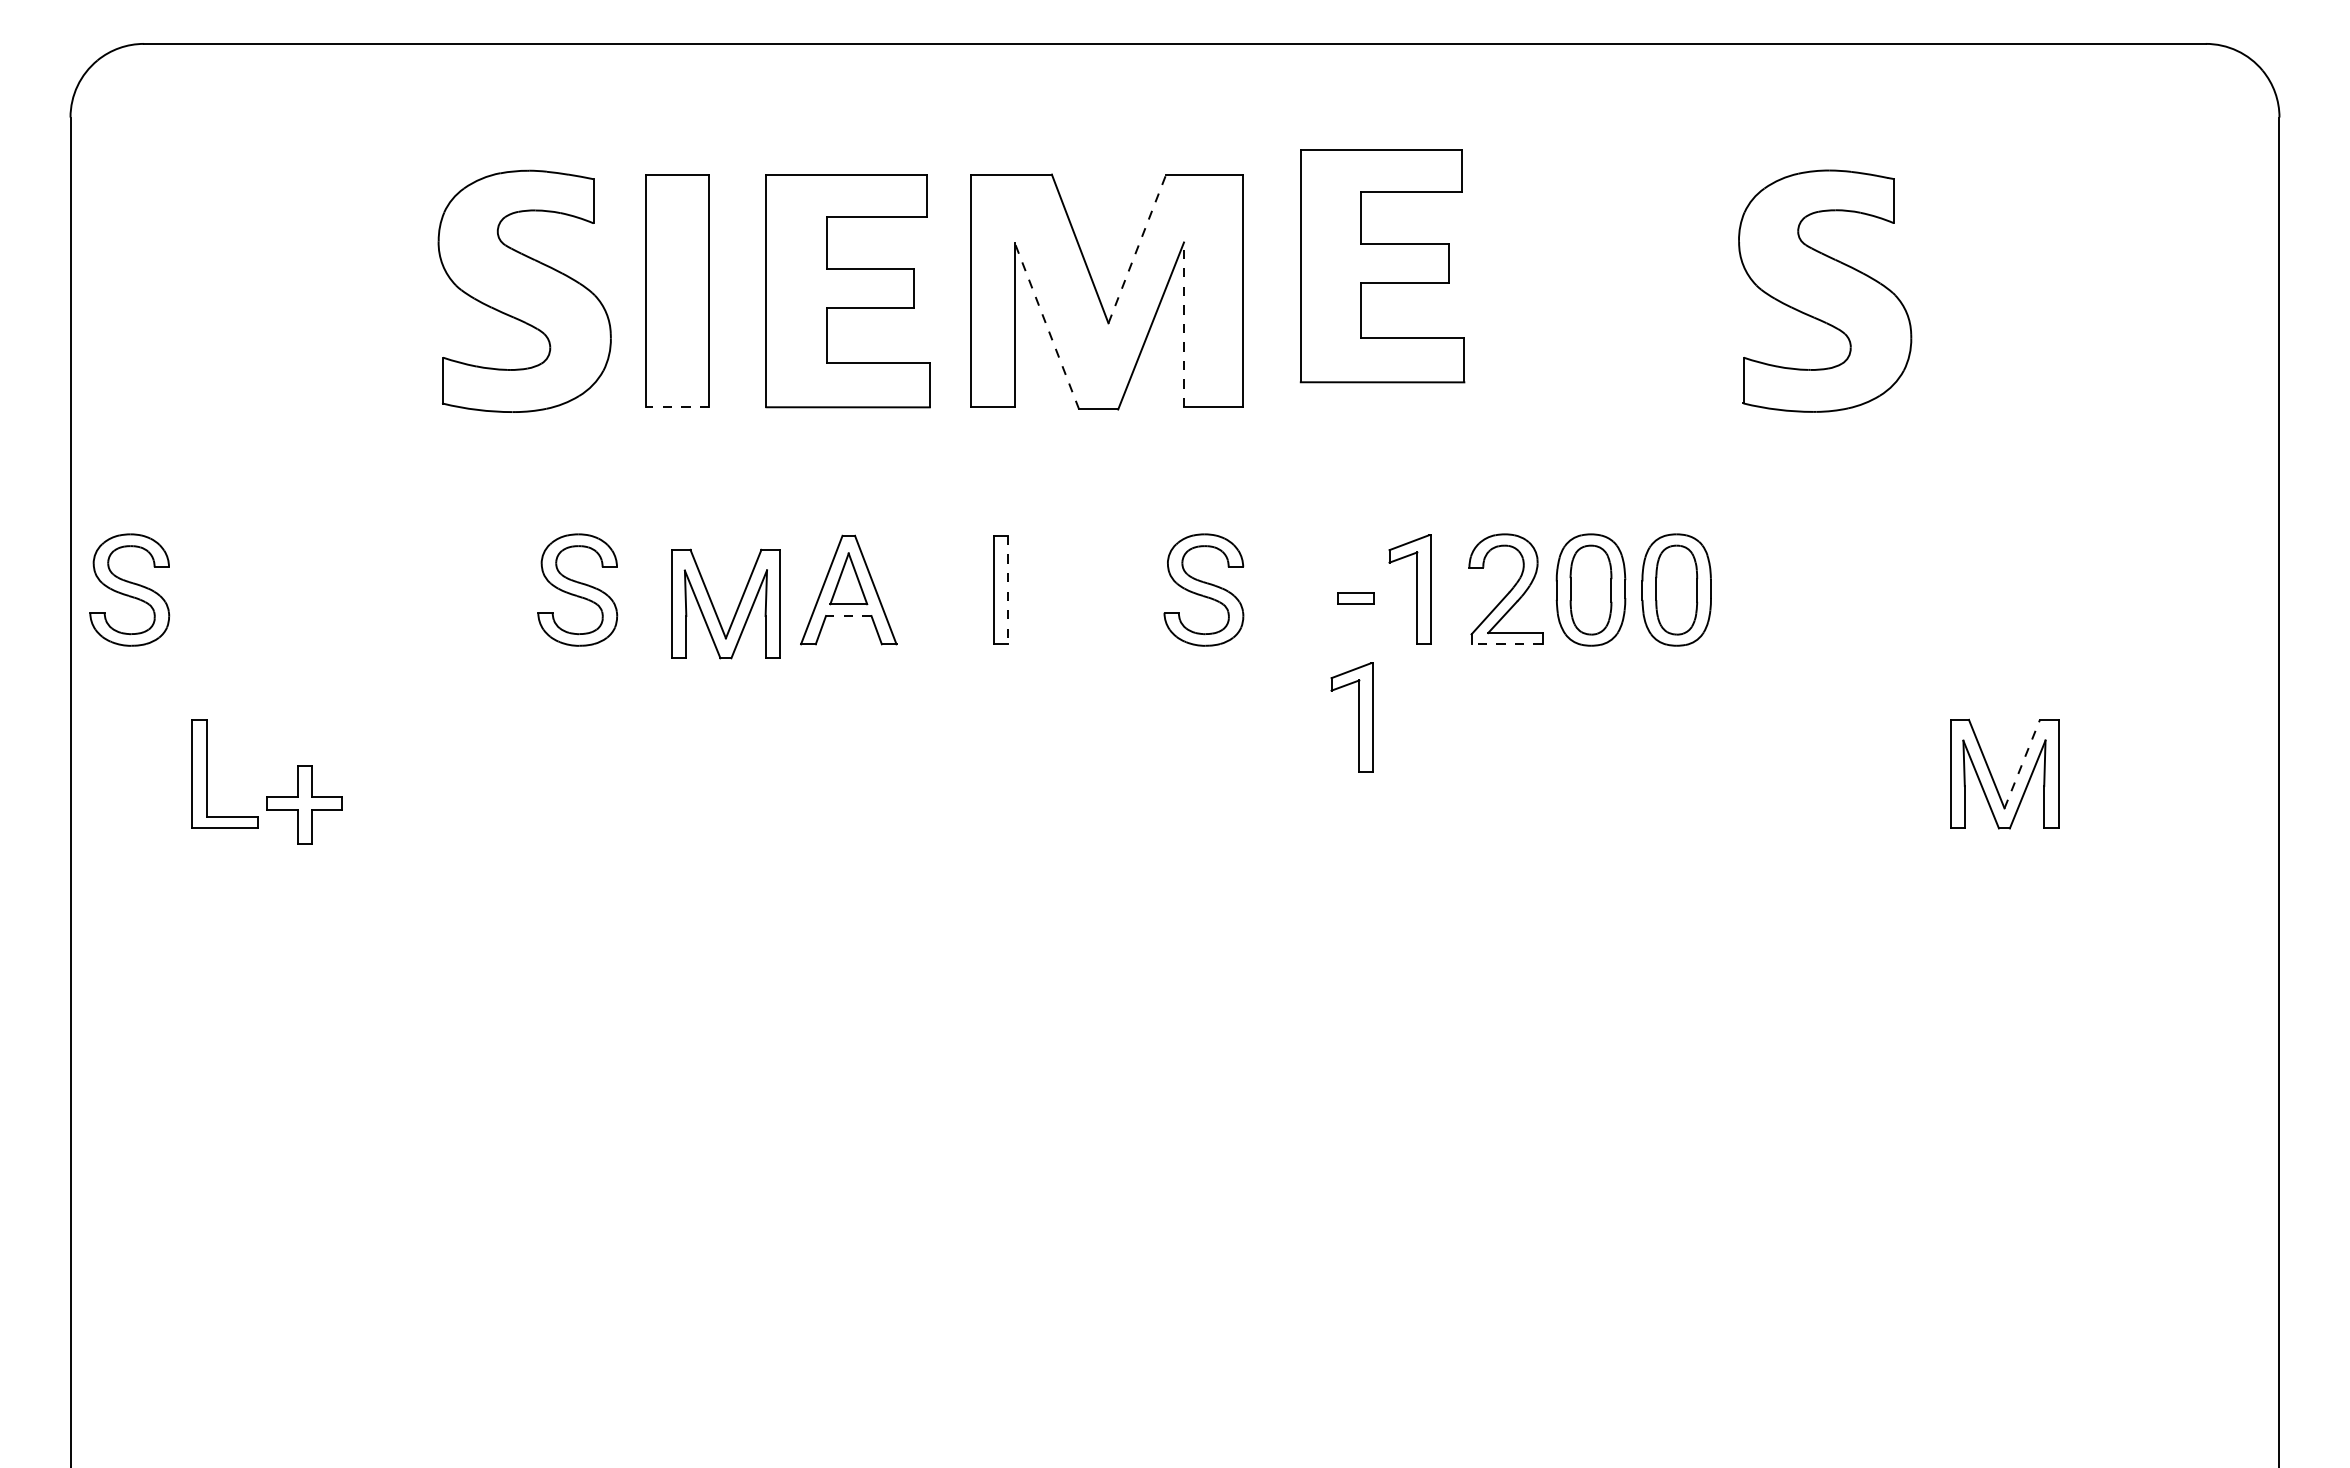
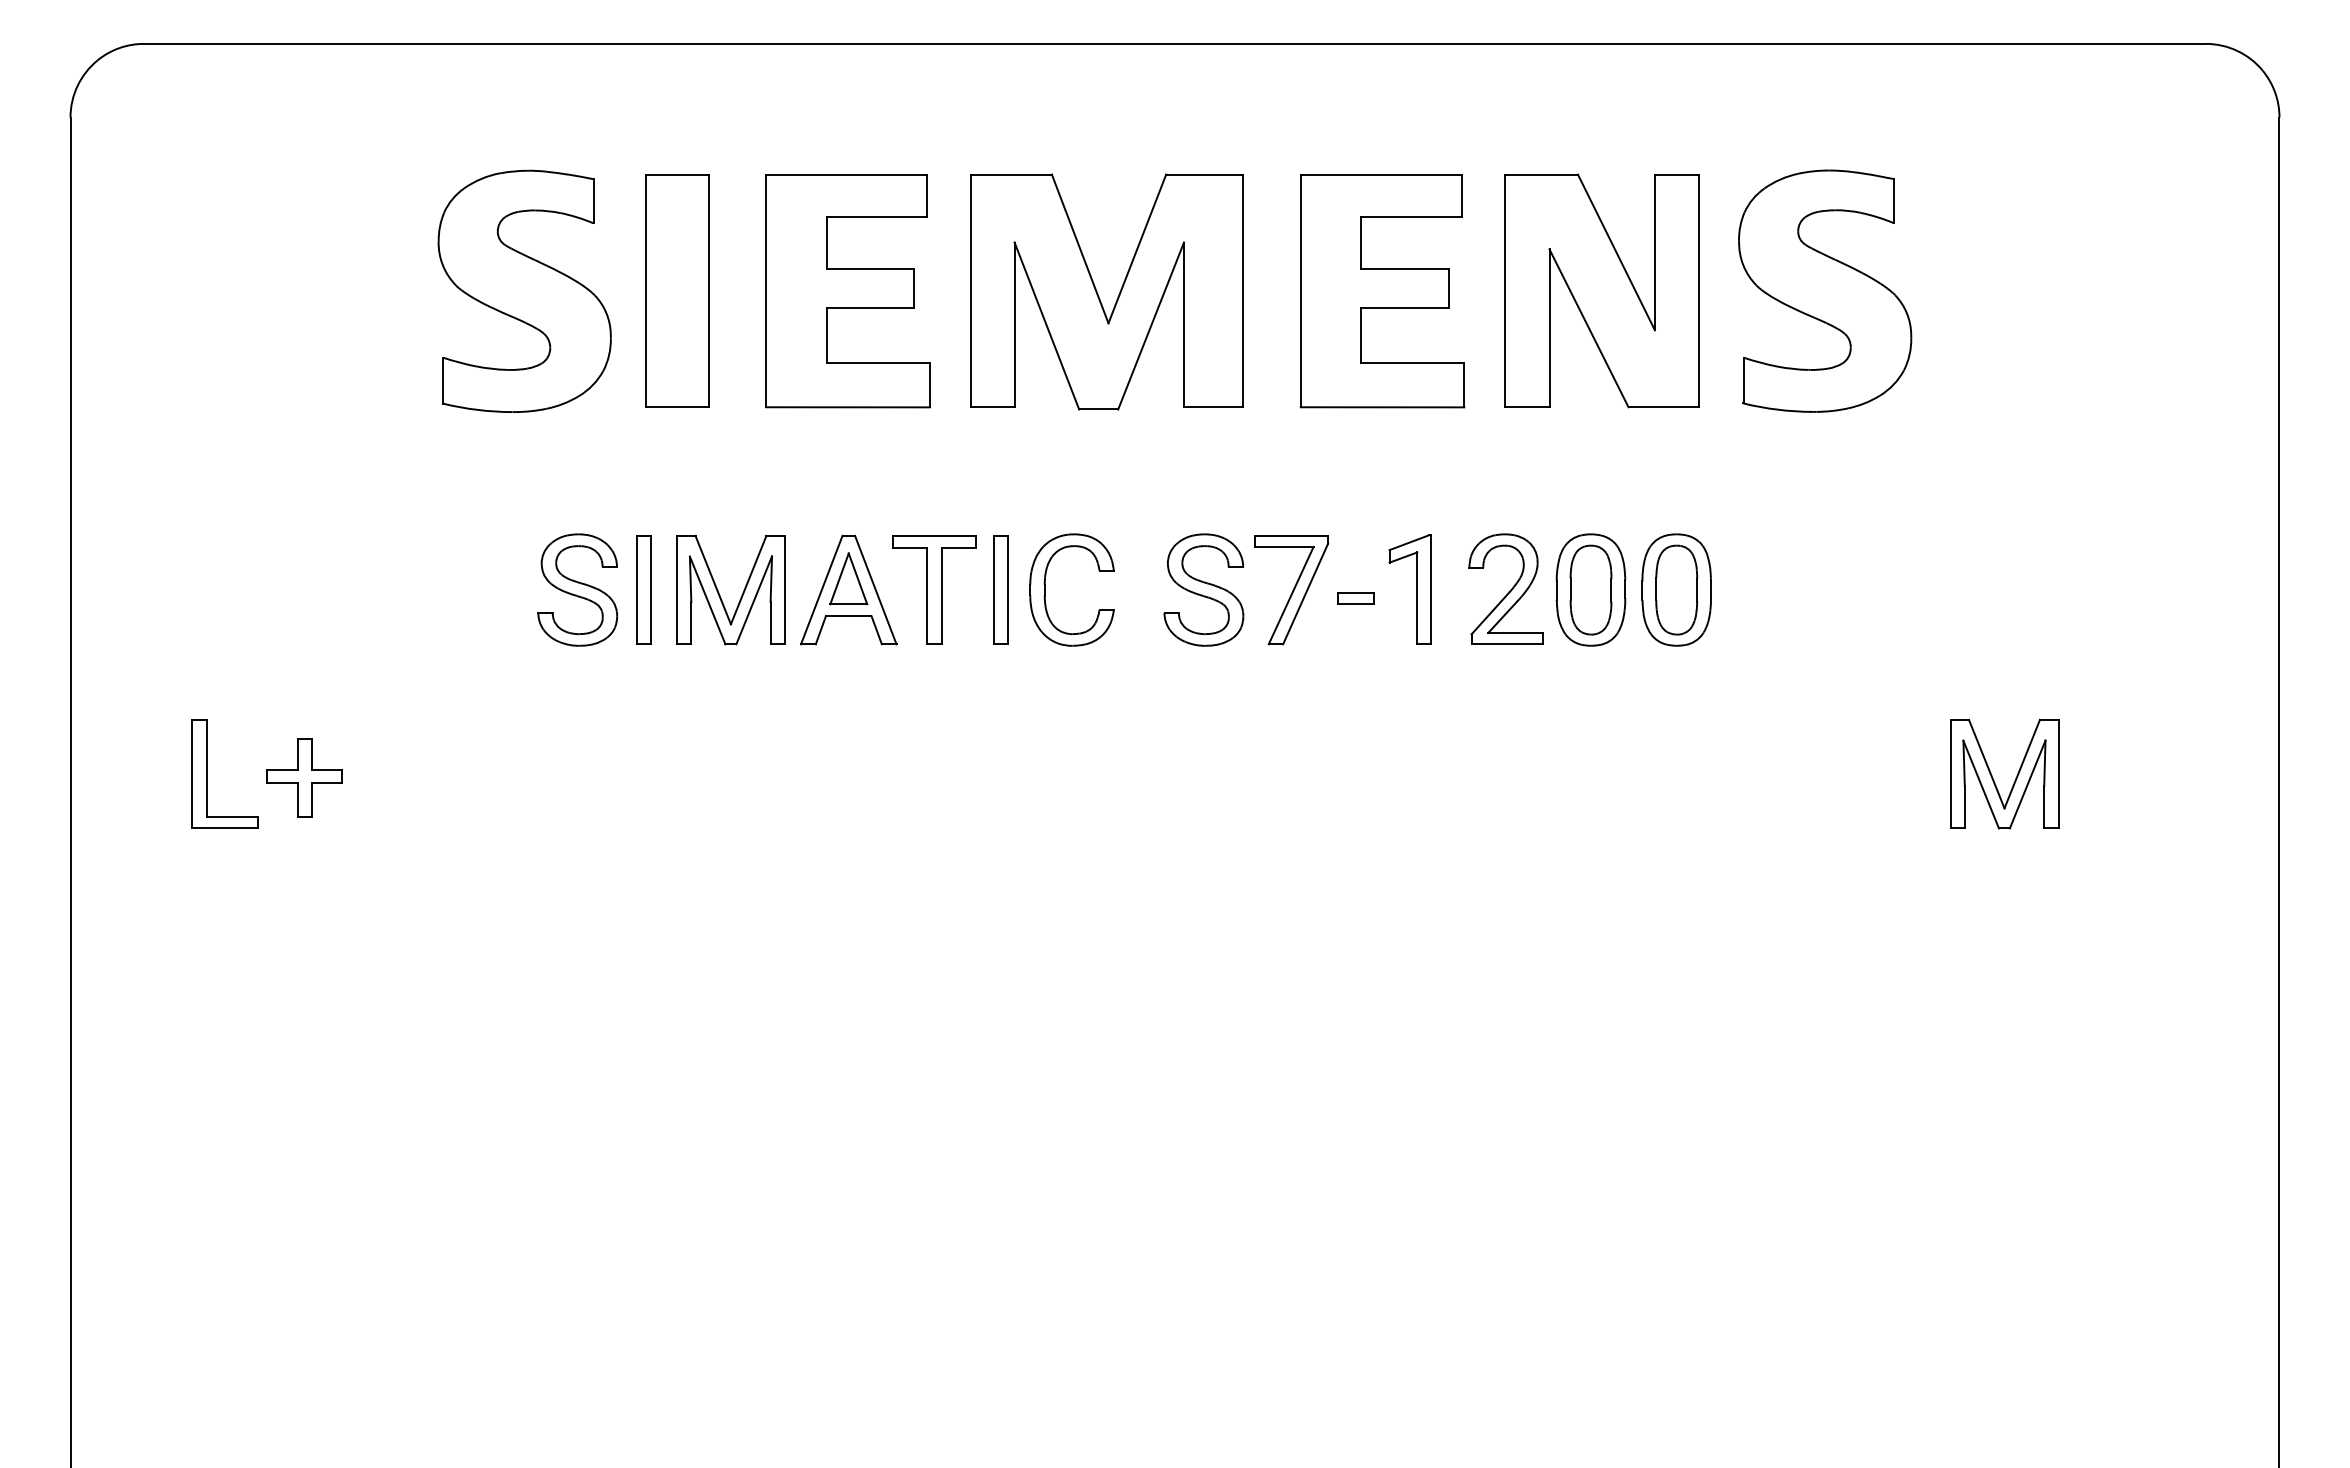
line at (1137, 248): dashed -> solid
part at (1382, 266) position: (1382, 266) -> (1382, 291)
part at (1601, 290): none -> present
line at (1184, 324): dashed -> solid
line at (1046, 326): dashed -> solid
line at (677, 407): dashed -> solid
part at (129, 589): present -> none
part at (643, 589): none -> present
part at (934, 589): none -> present
part at (1045, 589): none -> present
line at (1007, 590): dashed -> solid
part at (1291, 590): none -> present
part at (714, 606) position: (714, 606) -> (719, 592)
line at (848, 616): dashed -> solid
line at (1507, 644): dashed -> solid
part at (1358, 717): present -> none
line at (2022, 764): dashed -> solid
part at (304, 804) position: (304, 804) -> (304, 777)
